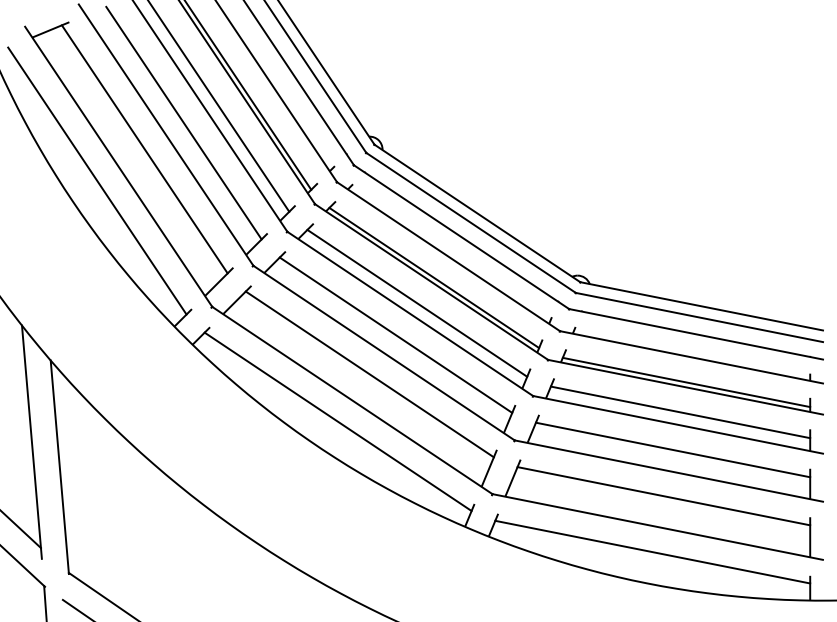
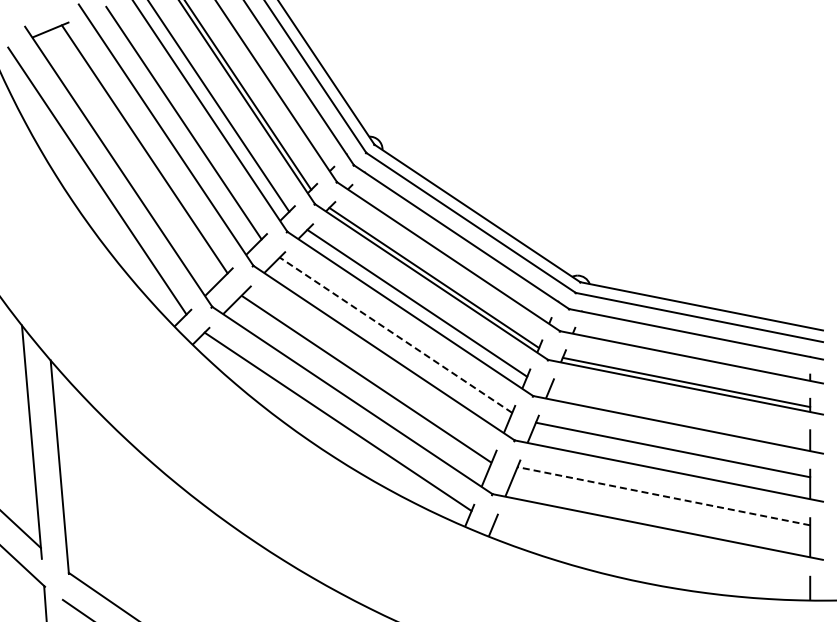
line at (396, 335): solid -> dashed
line at (369, 374) position: (369, 374) -> (366, 379)
line at (680, 412): present -> none
line at (663, 496): solid -> dashed
line at (652, 551): present -> none
